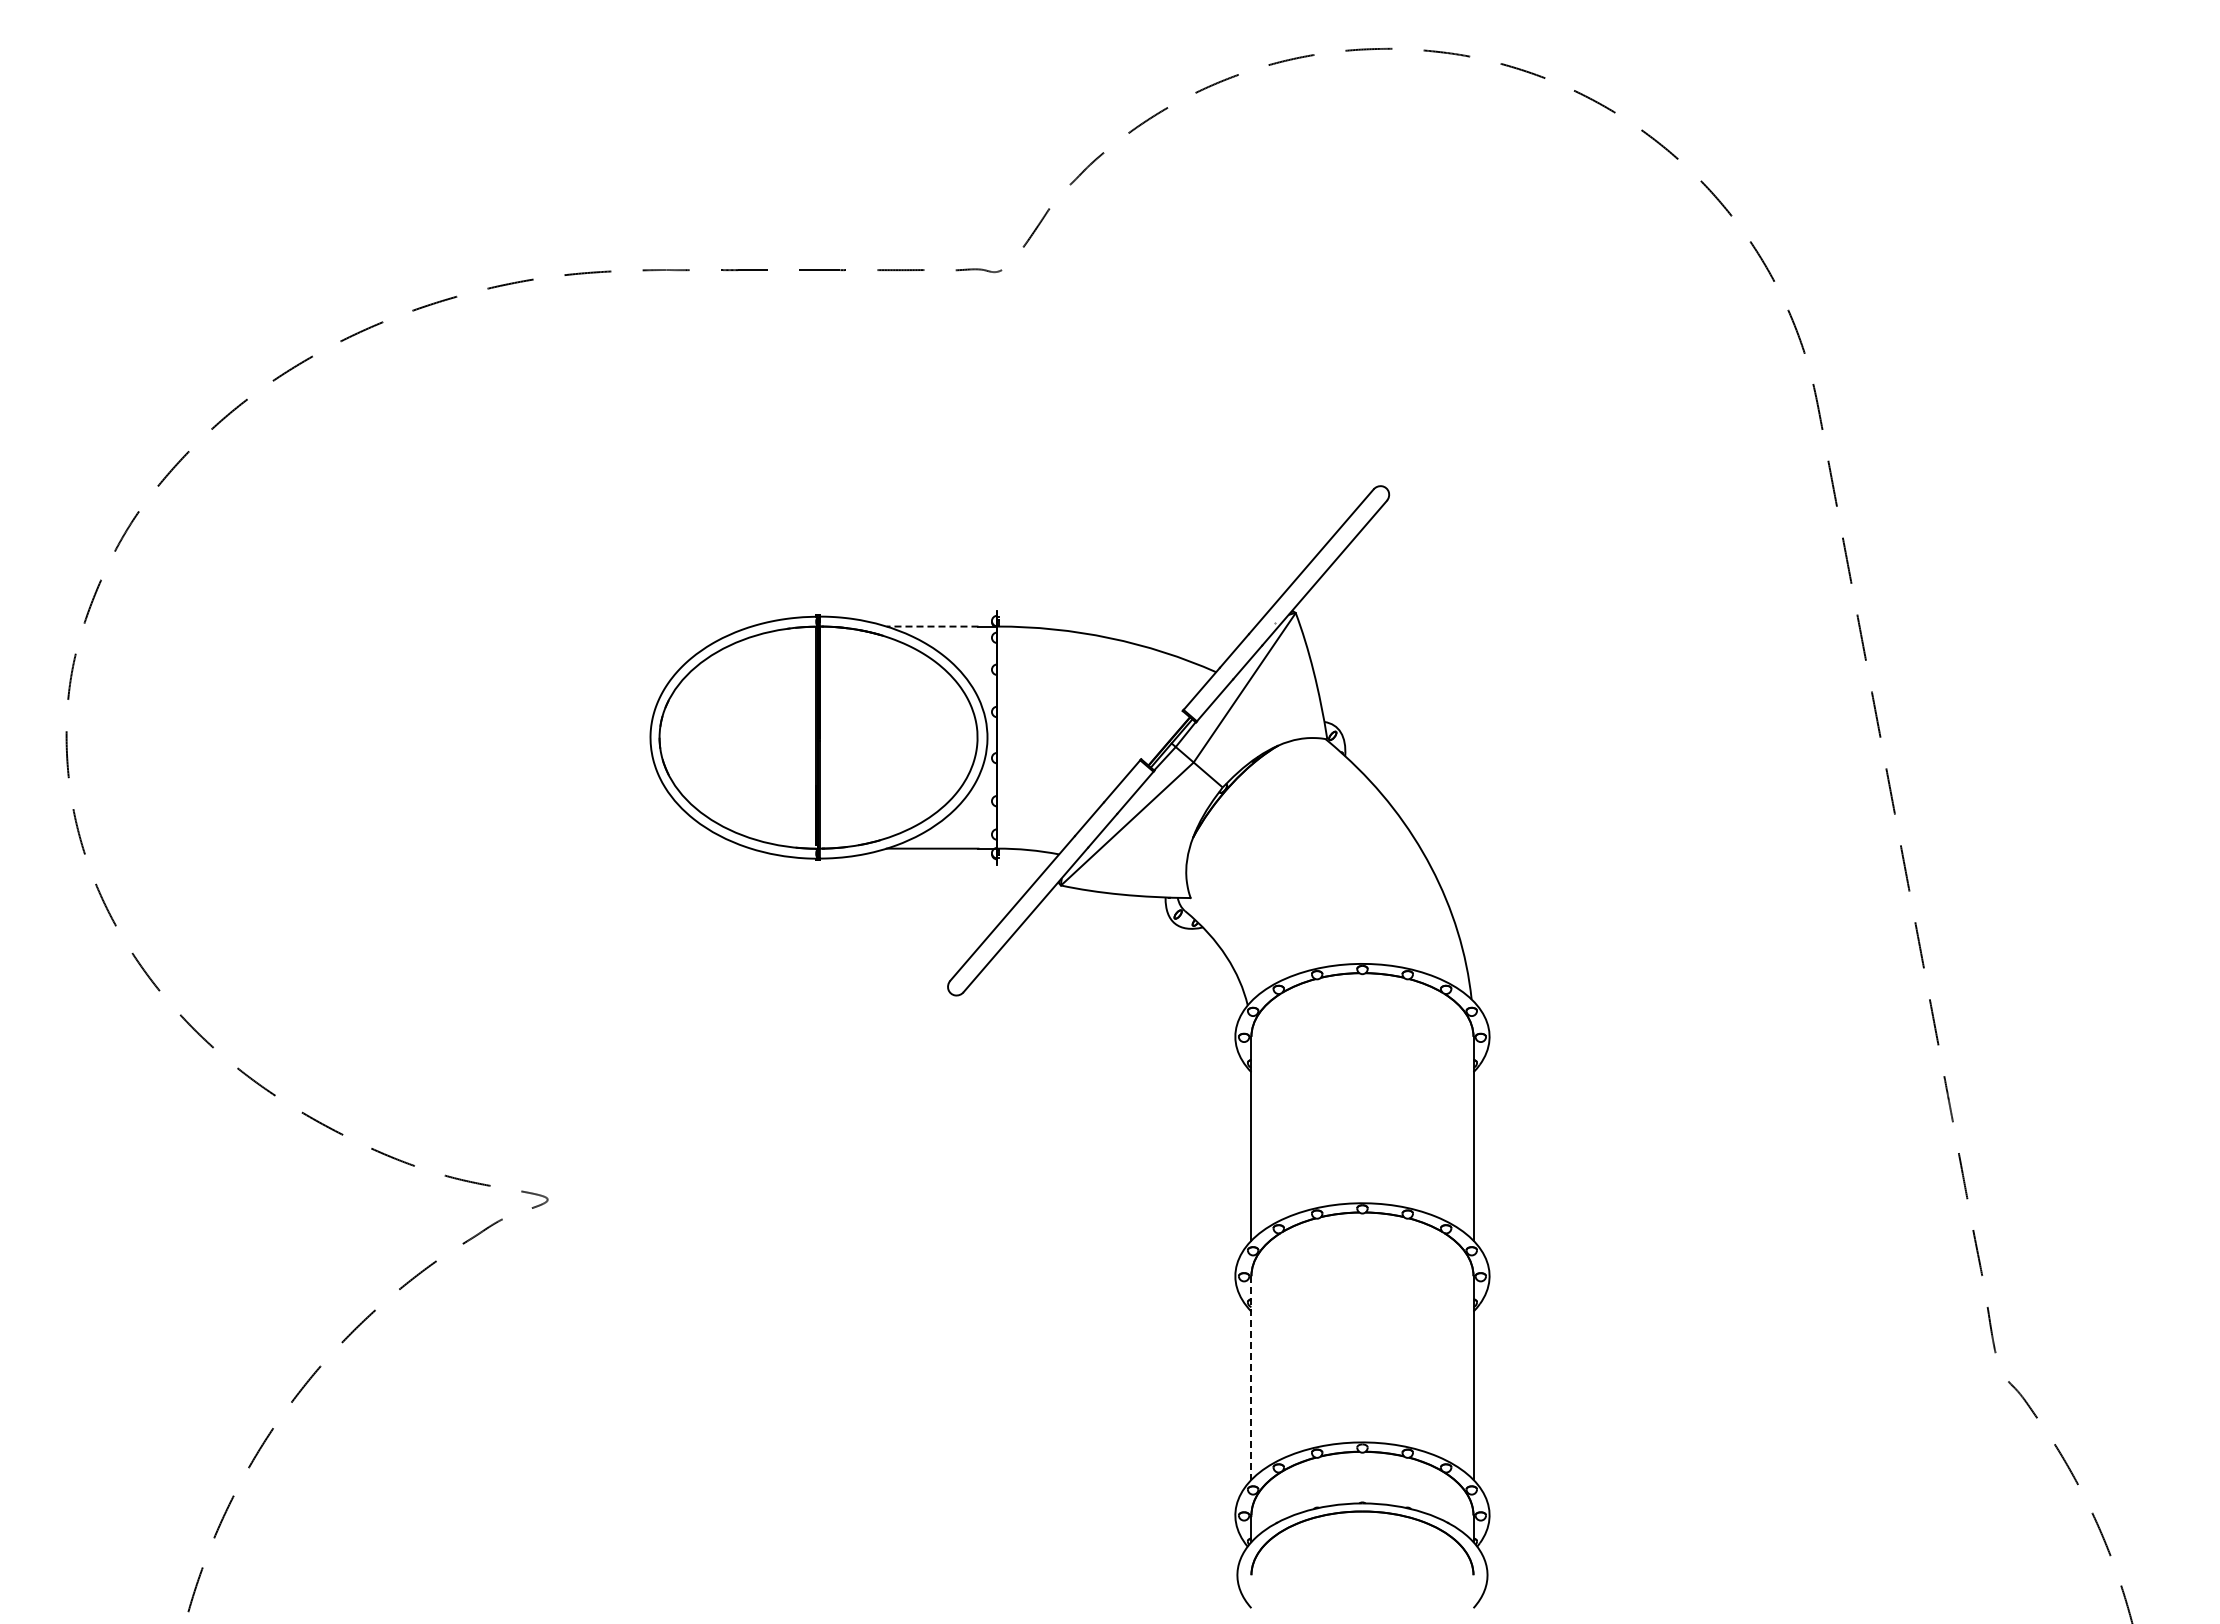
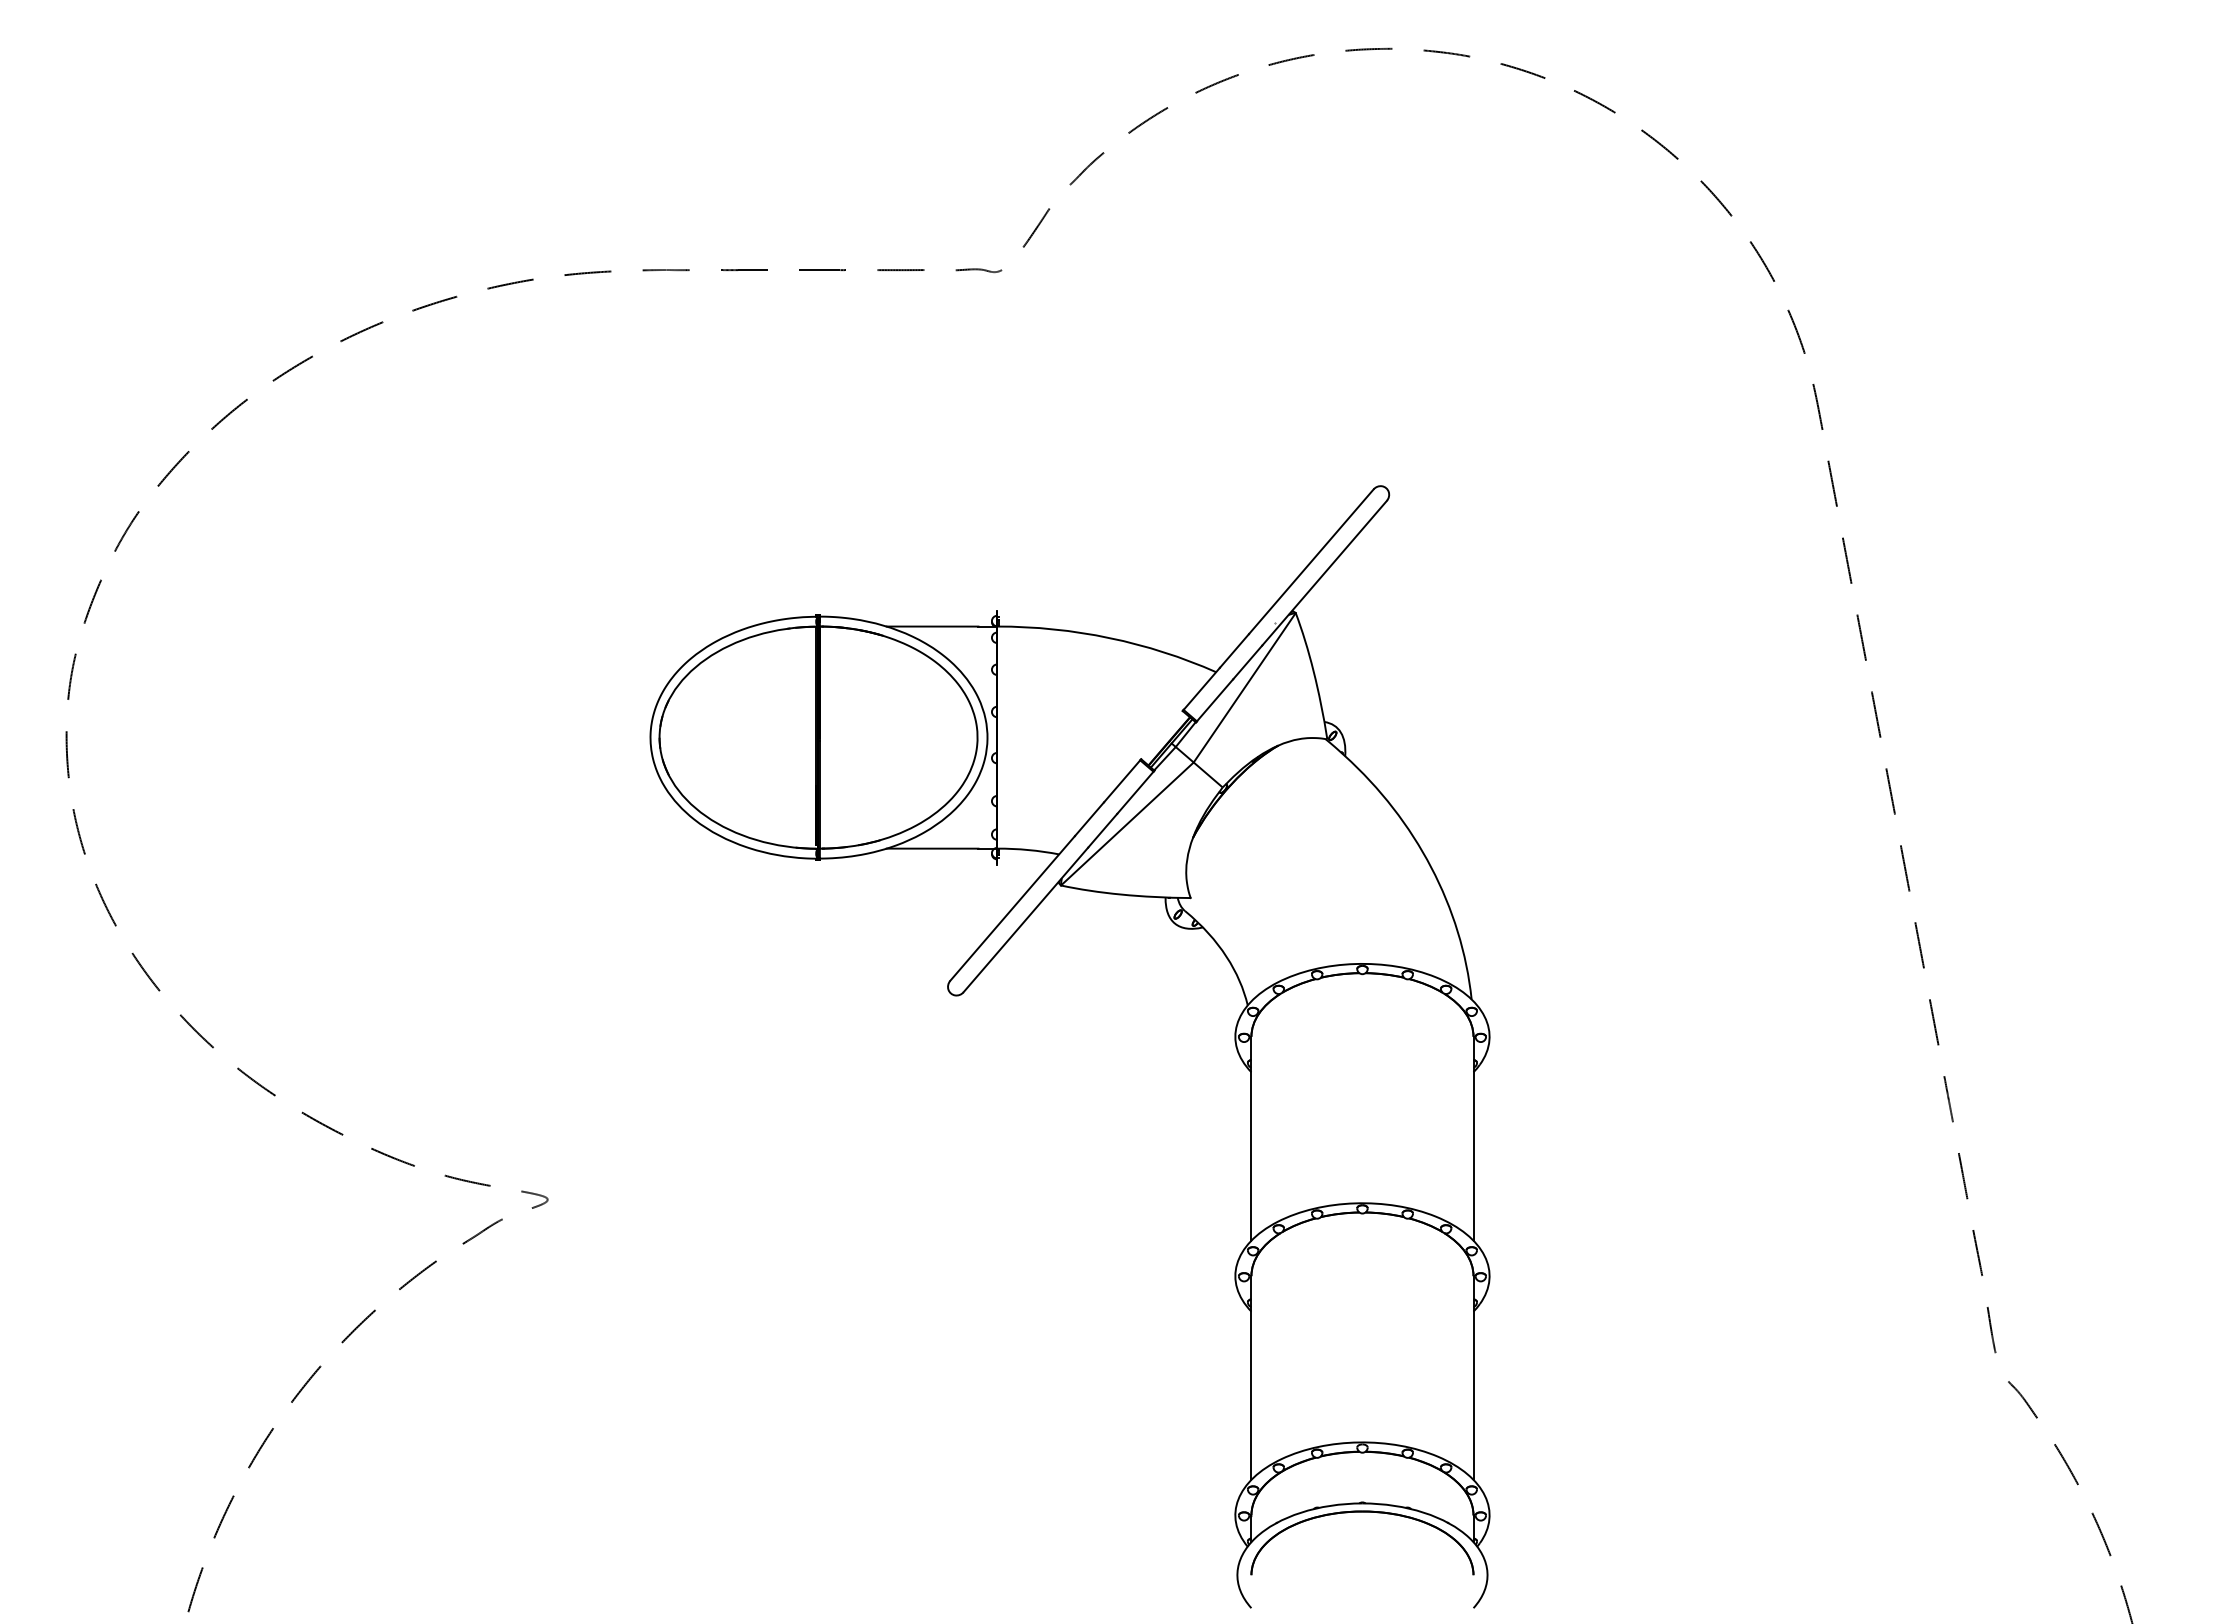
line at (932, 626): dashed -> solid
line at (1251, 1378): dashed -> solid
